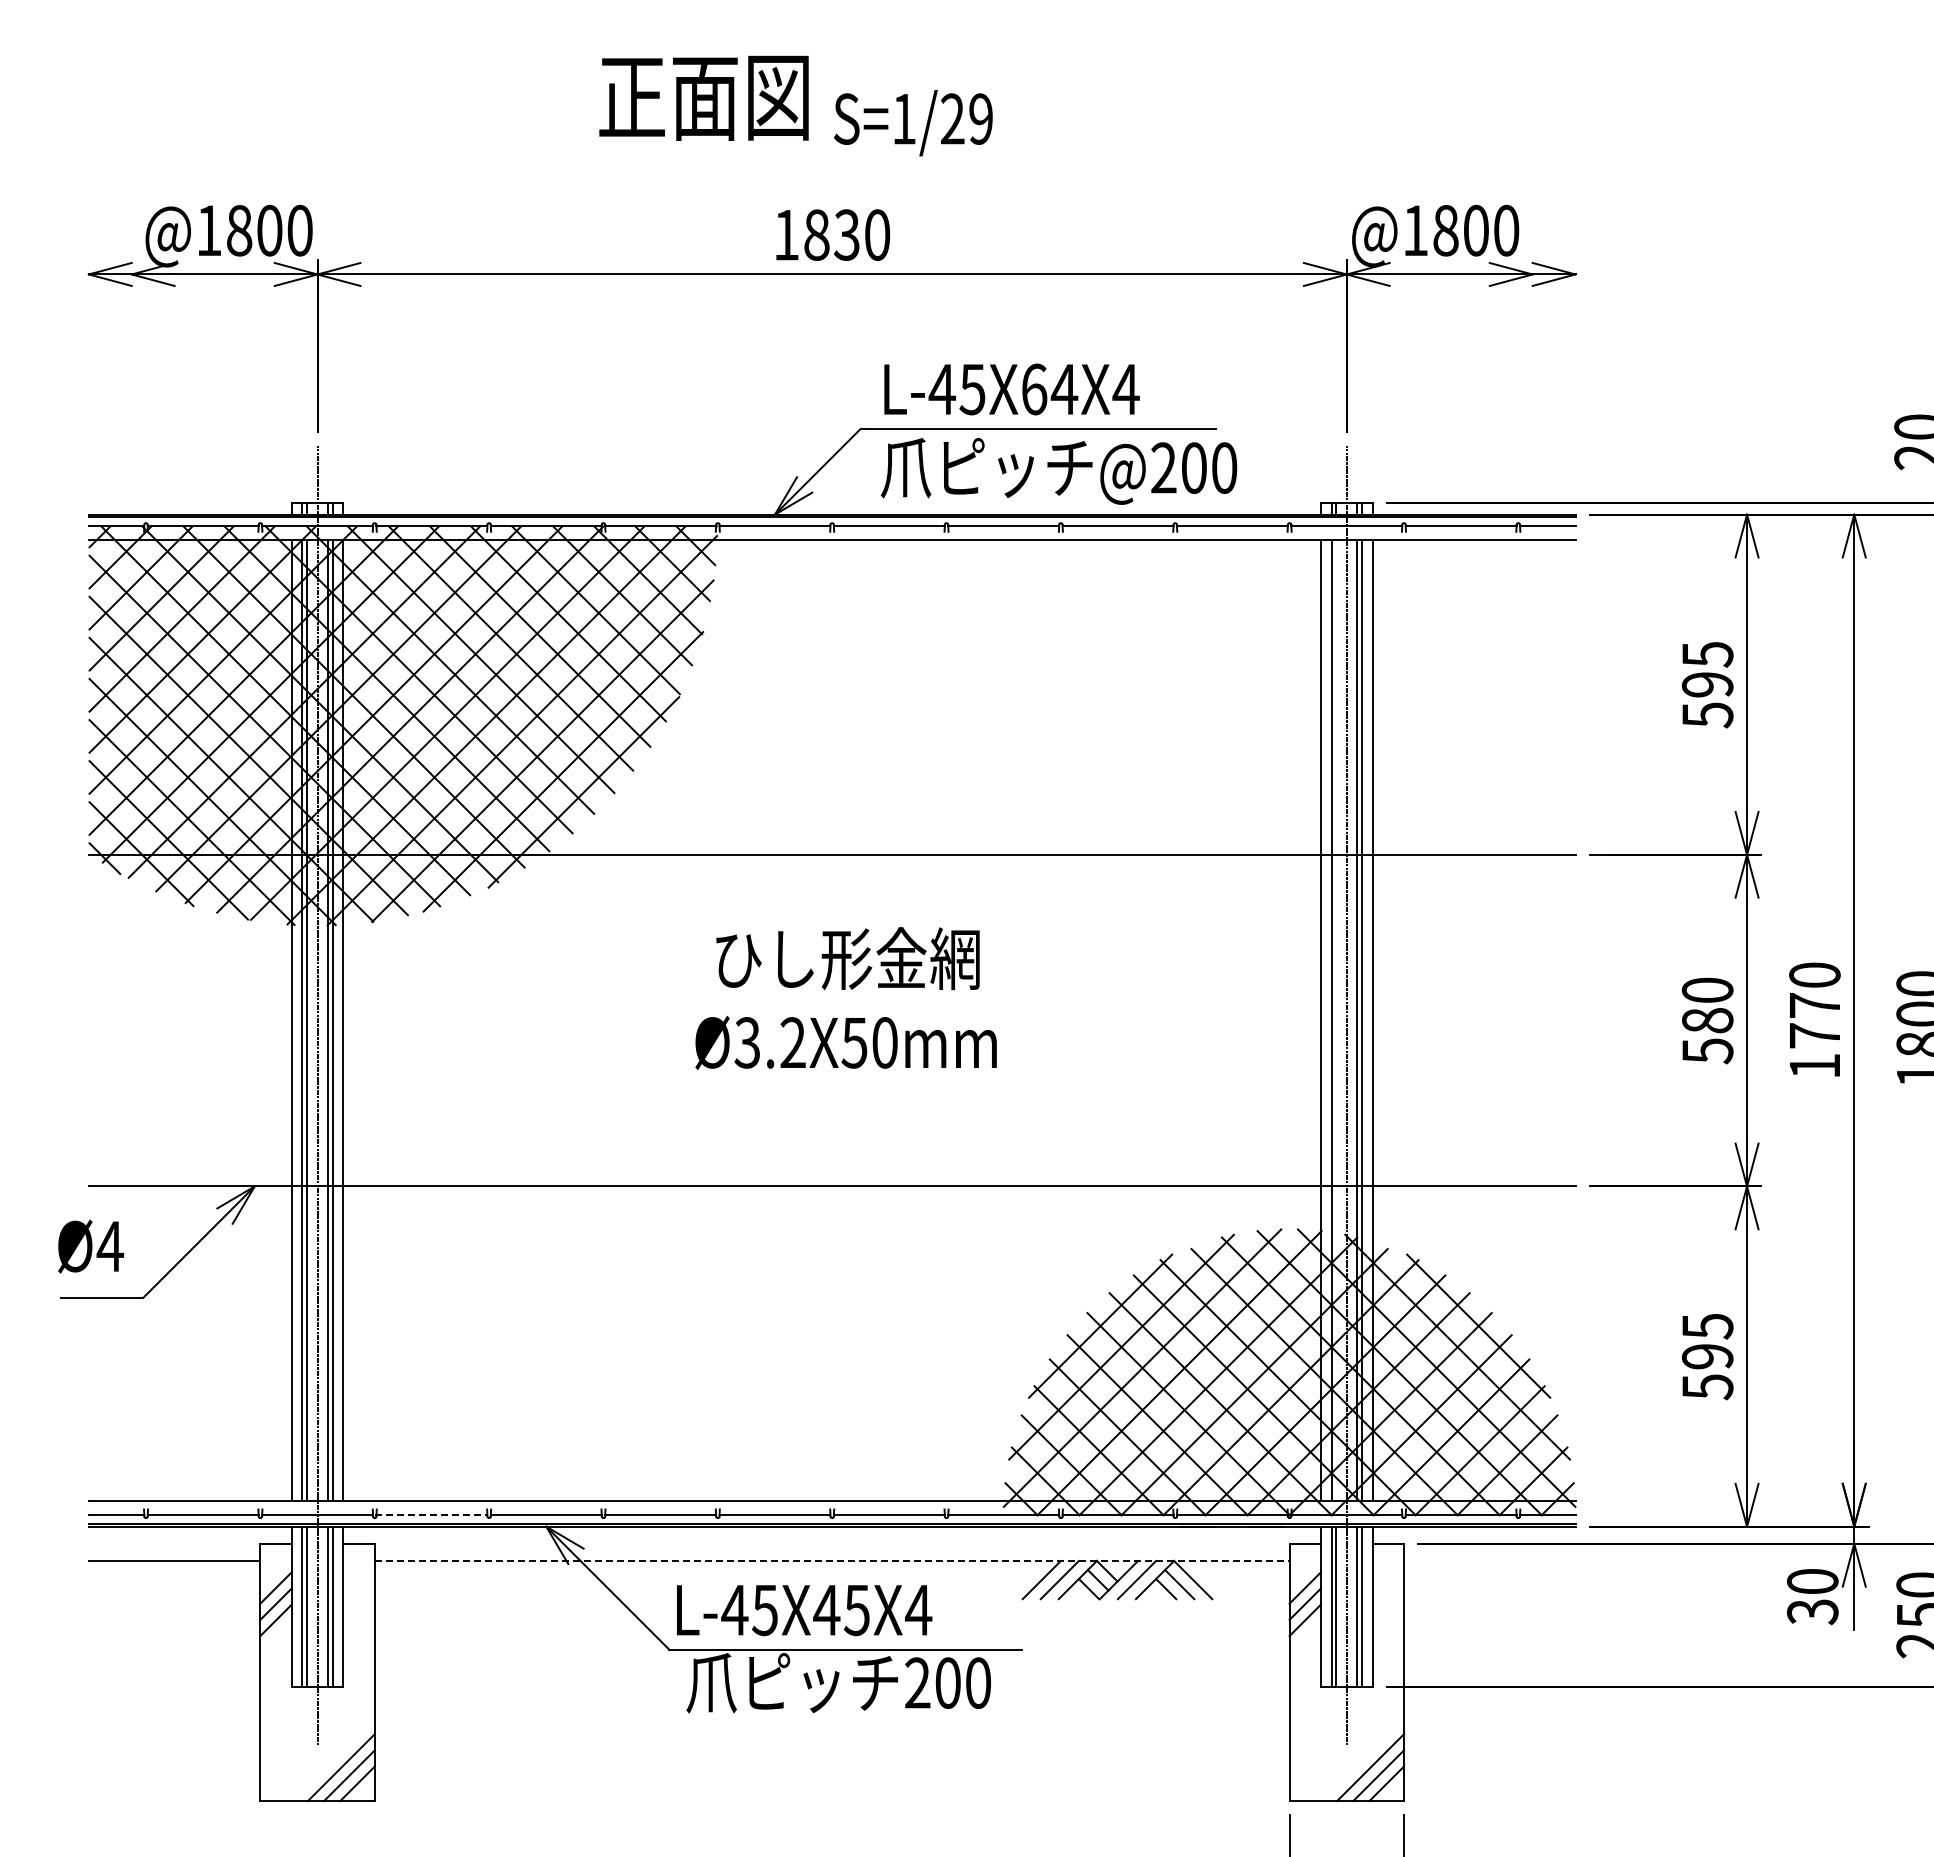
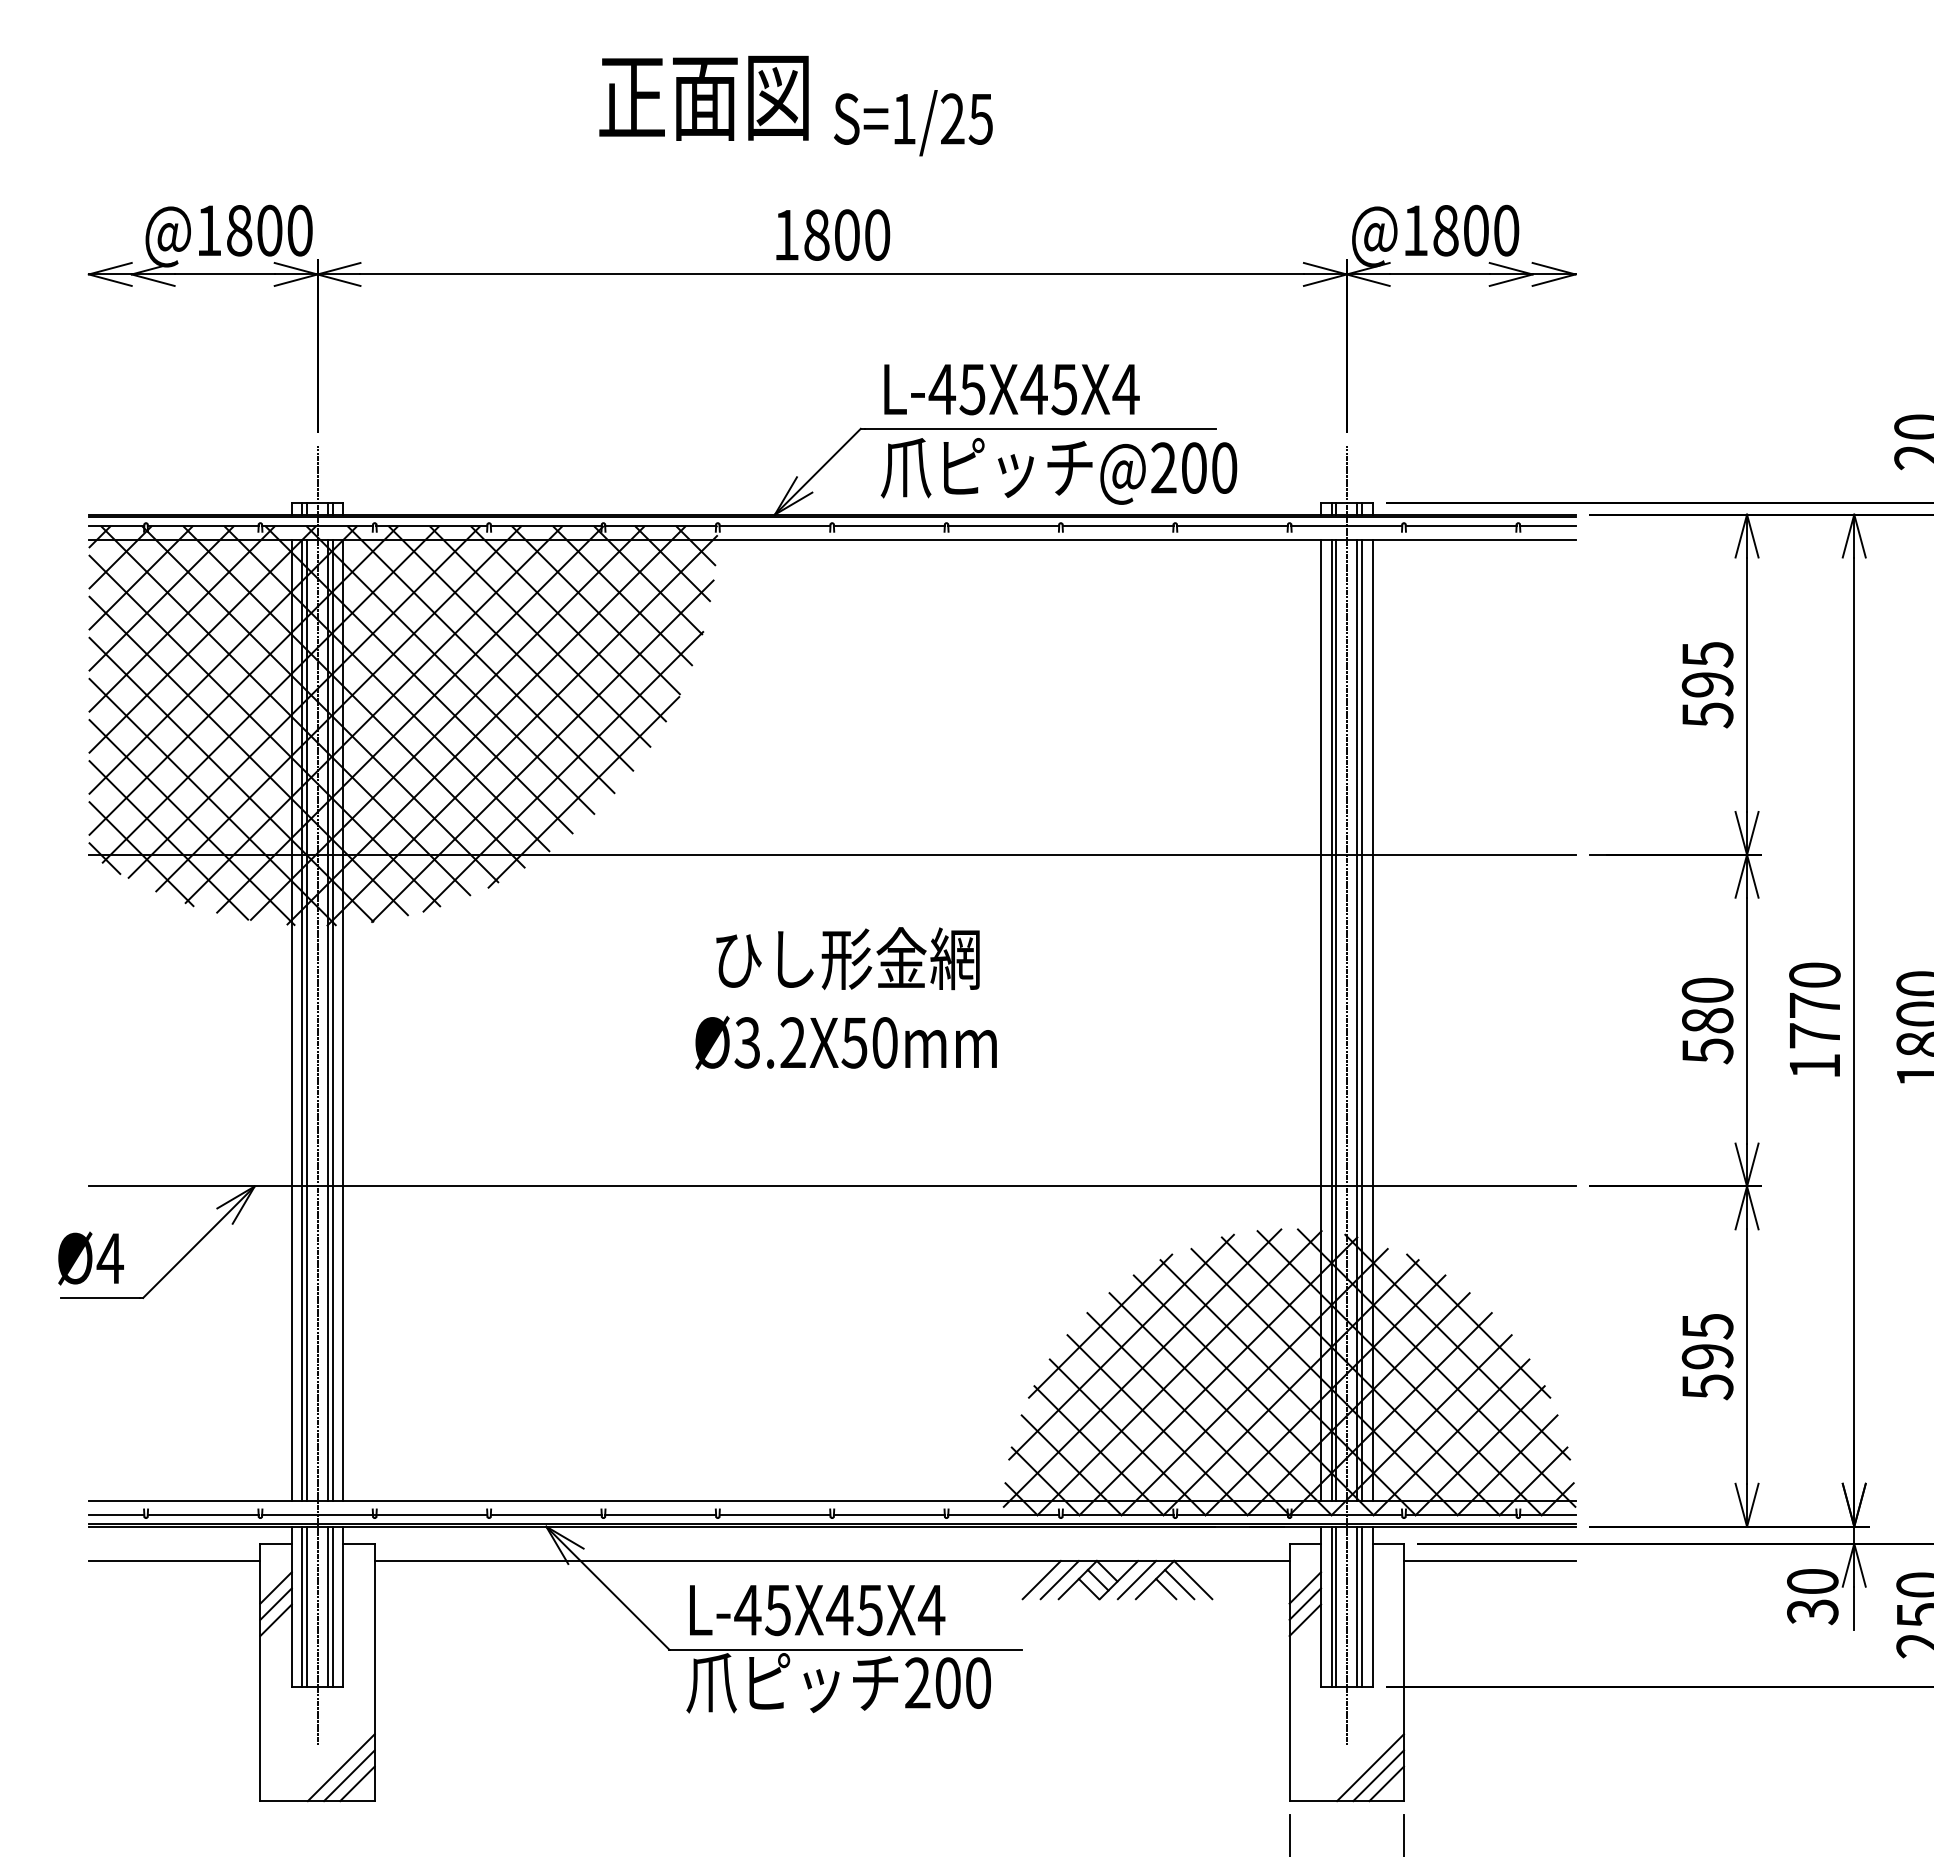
text at (980, 118): S=1/29 -> S=1/25
text at (846, 234): 1830 -> 1800
text at (1049, 389): L-45X64X4 -> L-45X45X4
line at (1336, 1020): none -> present
text at (90, 1246) position: (90, 1246) -> (90, 1258)
line at (431, 1515): dashed -> solid
line at (832, 1560): dashed -> solid
line at (1489, 1560): none -> present
text at (804, 1610) position: (804, 1610) -> (817, 1610)
